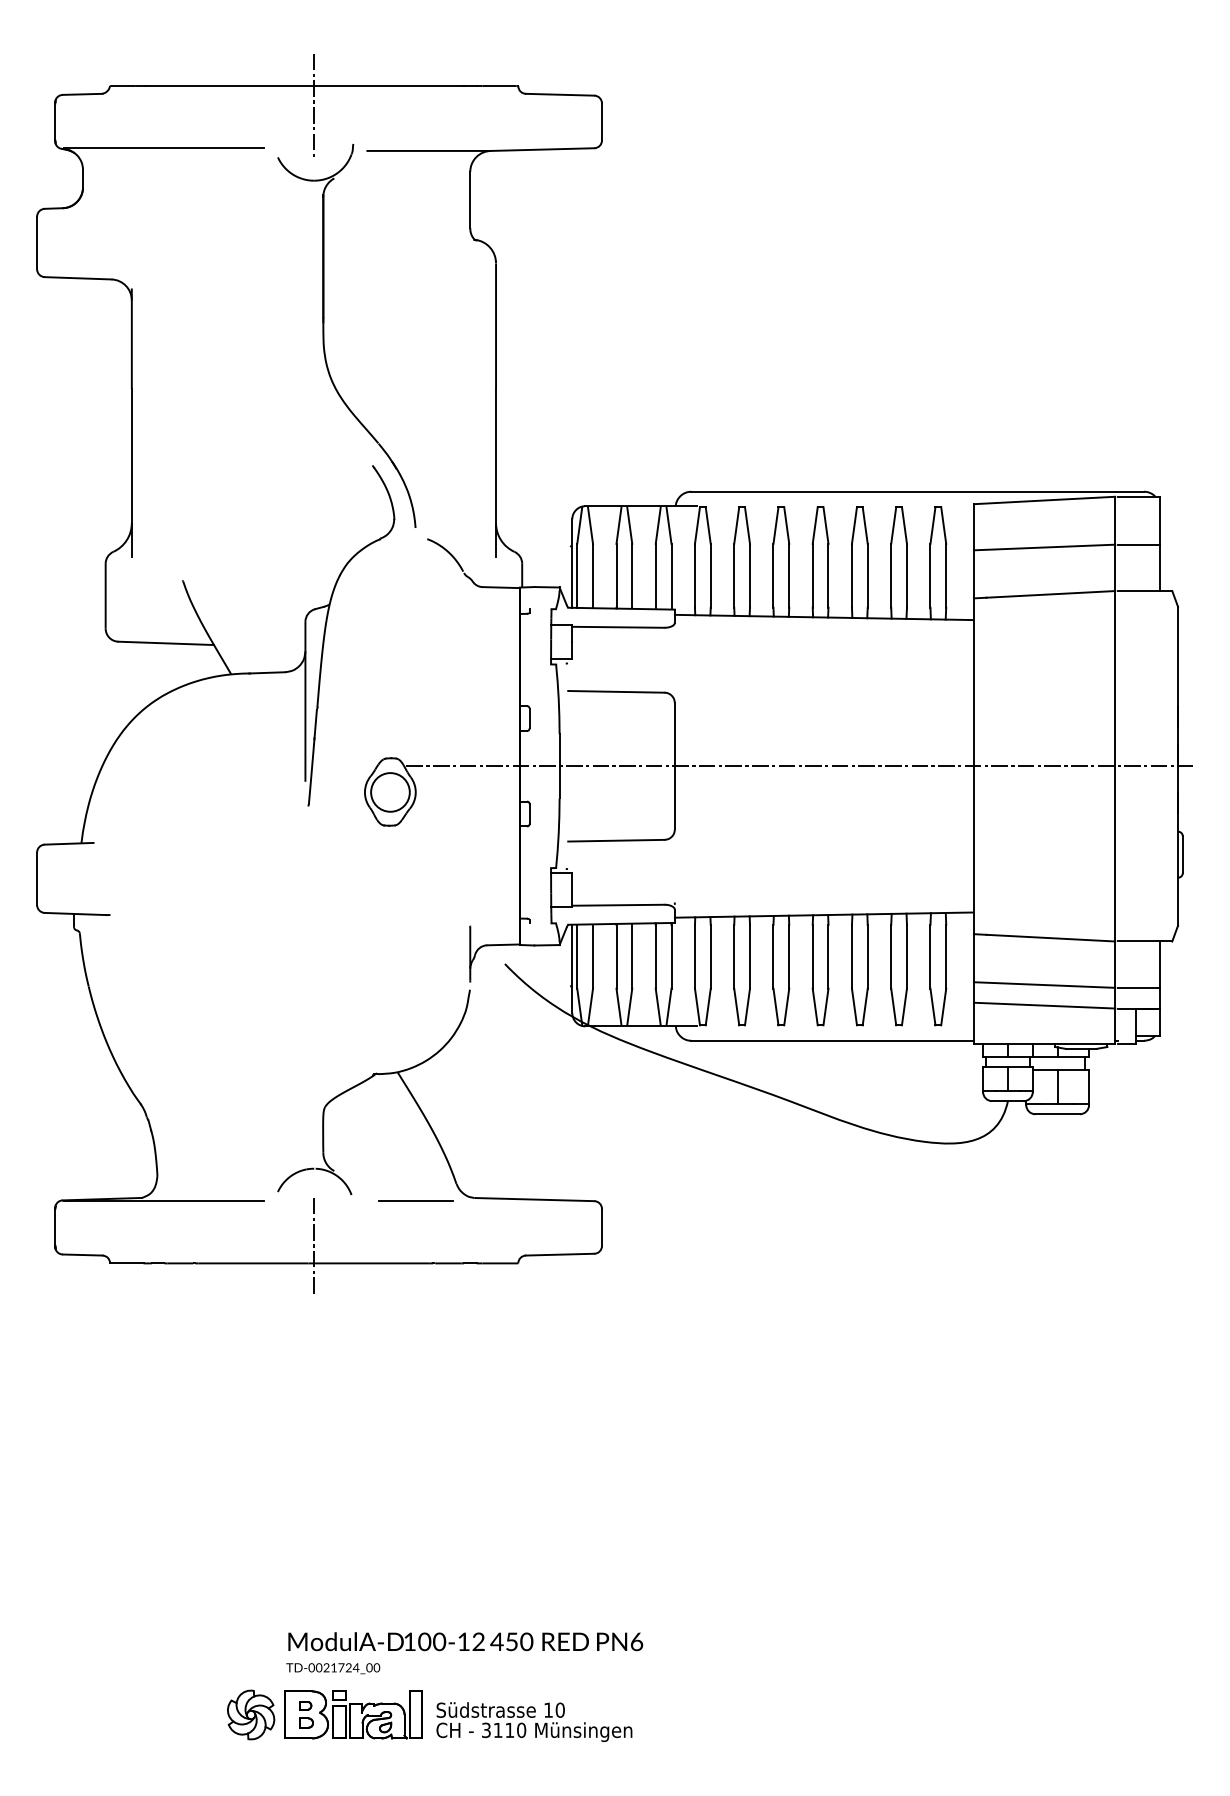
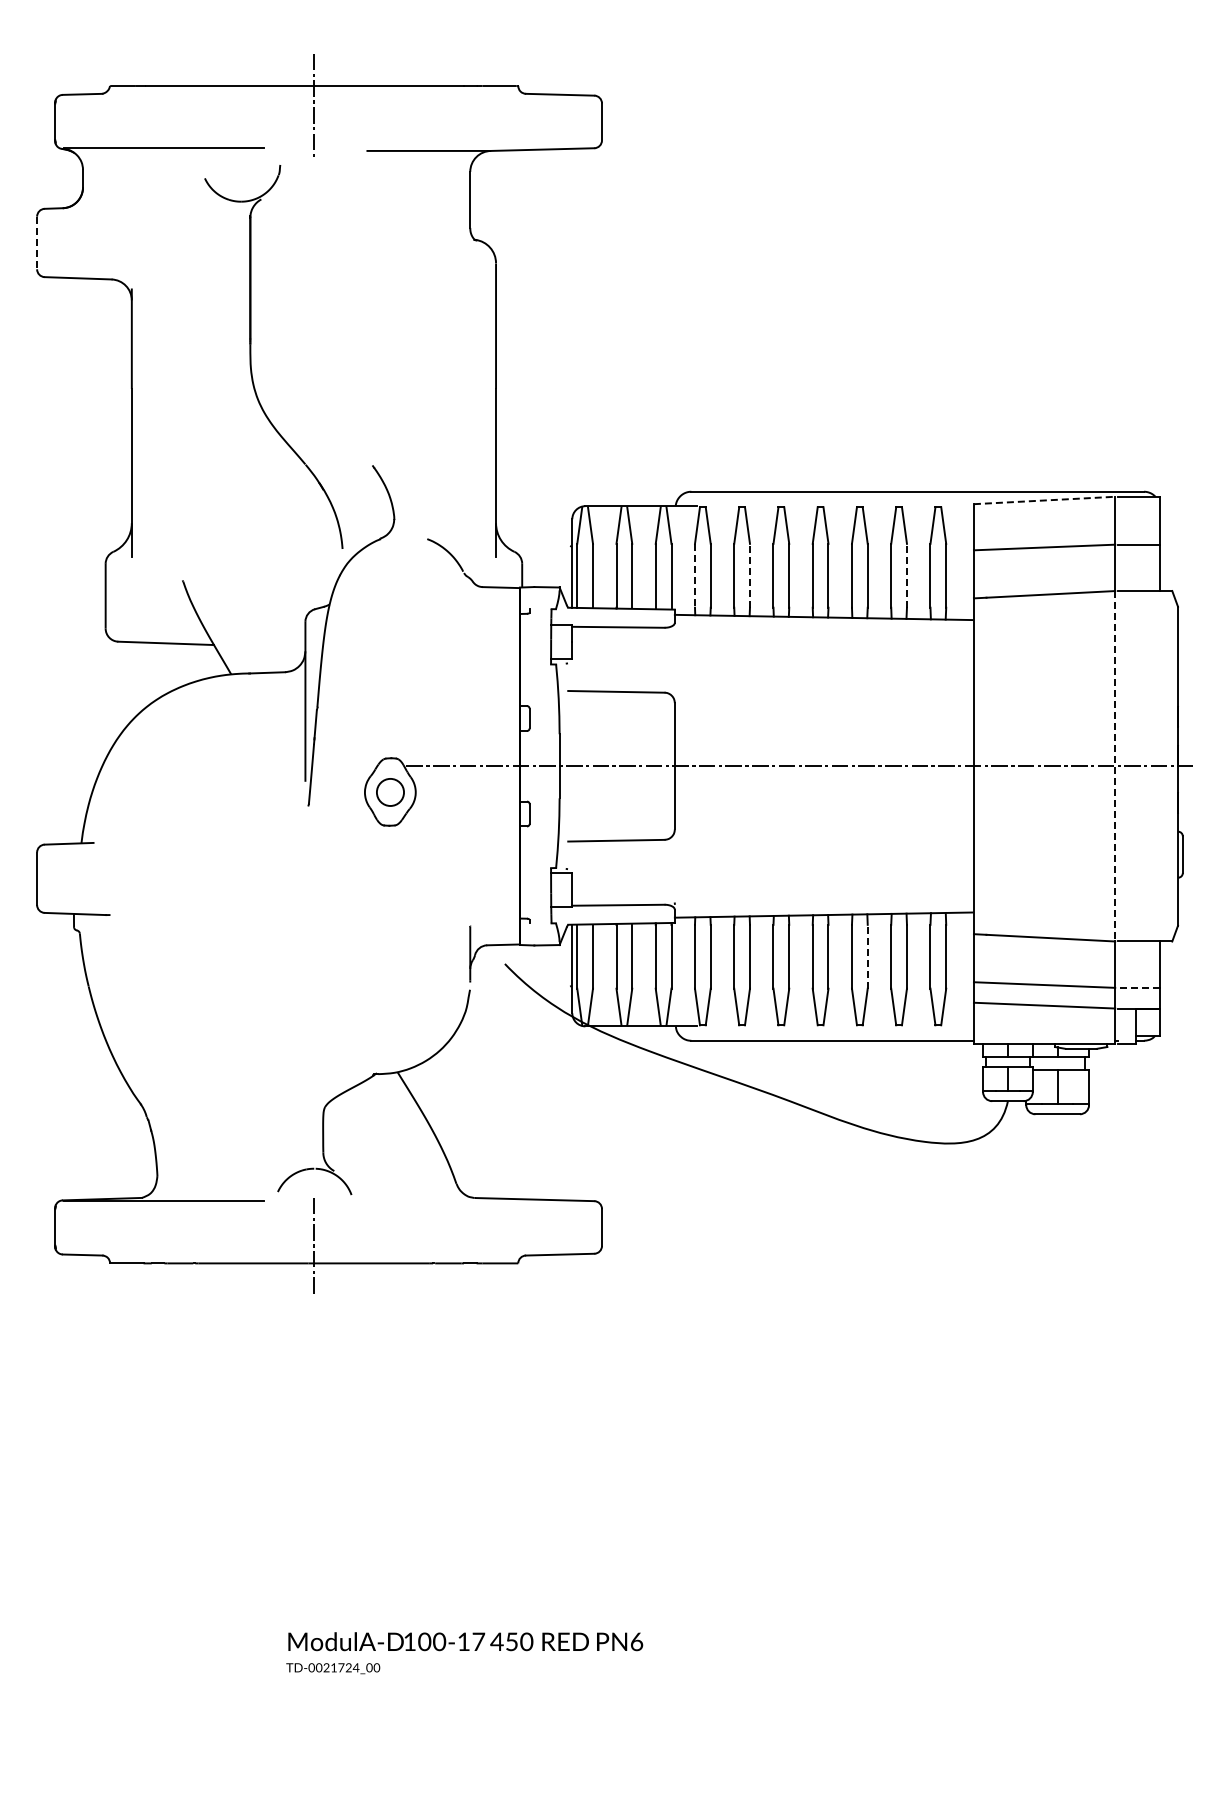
line at (37, 243): solid -> dashed
part at (324, 335) position: (324, 335) -> (251, 356)
line at (1044, 500): solid -> dashed
line at (694, 575): solid -> dashed
line at (749, 575): solid -> dashed
line at (906, 575): solid -> dashed
line at (1115, 766): solid -> dashed
circle at (390, 792) diameter: 39 px -> 27 px
line at (867, 956): solid -> dashed
line at (1138, 987): solid -> dashed
line at (415, 1201): present -> none
text at (478, 1641): 100-12 -> 100-17
part at (422, 1715): present -> none
